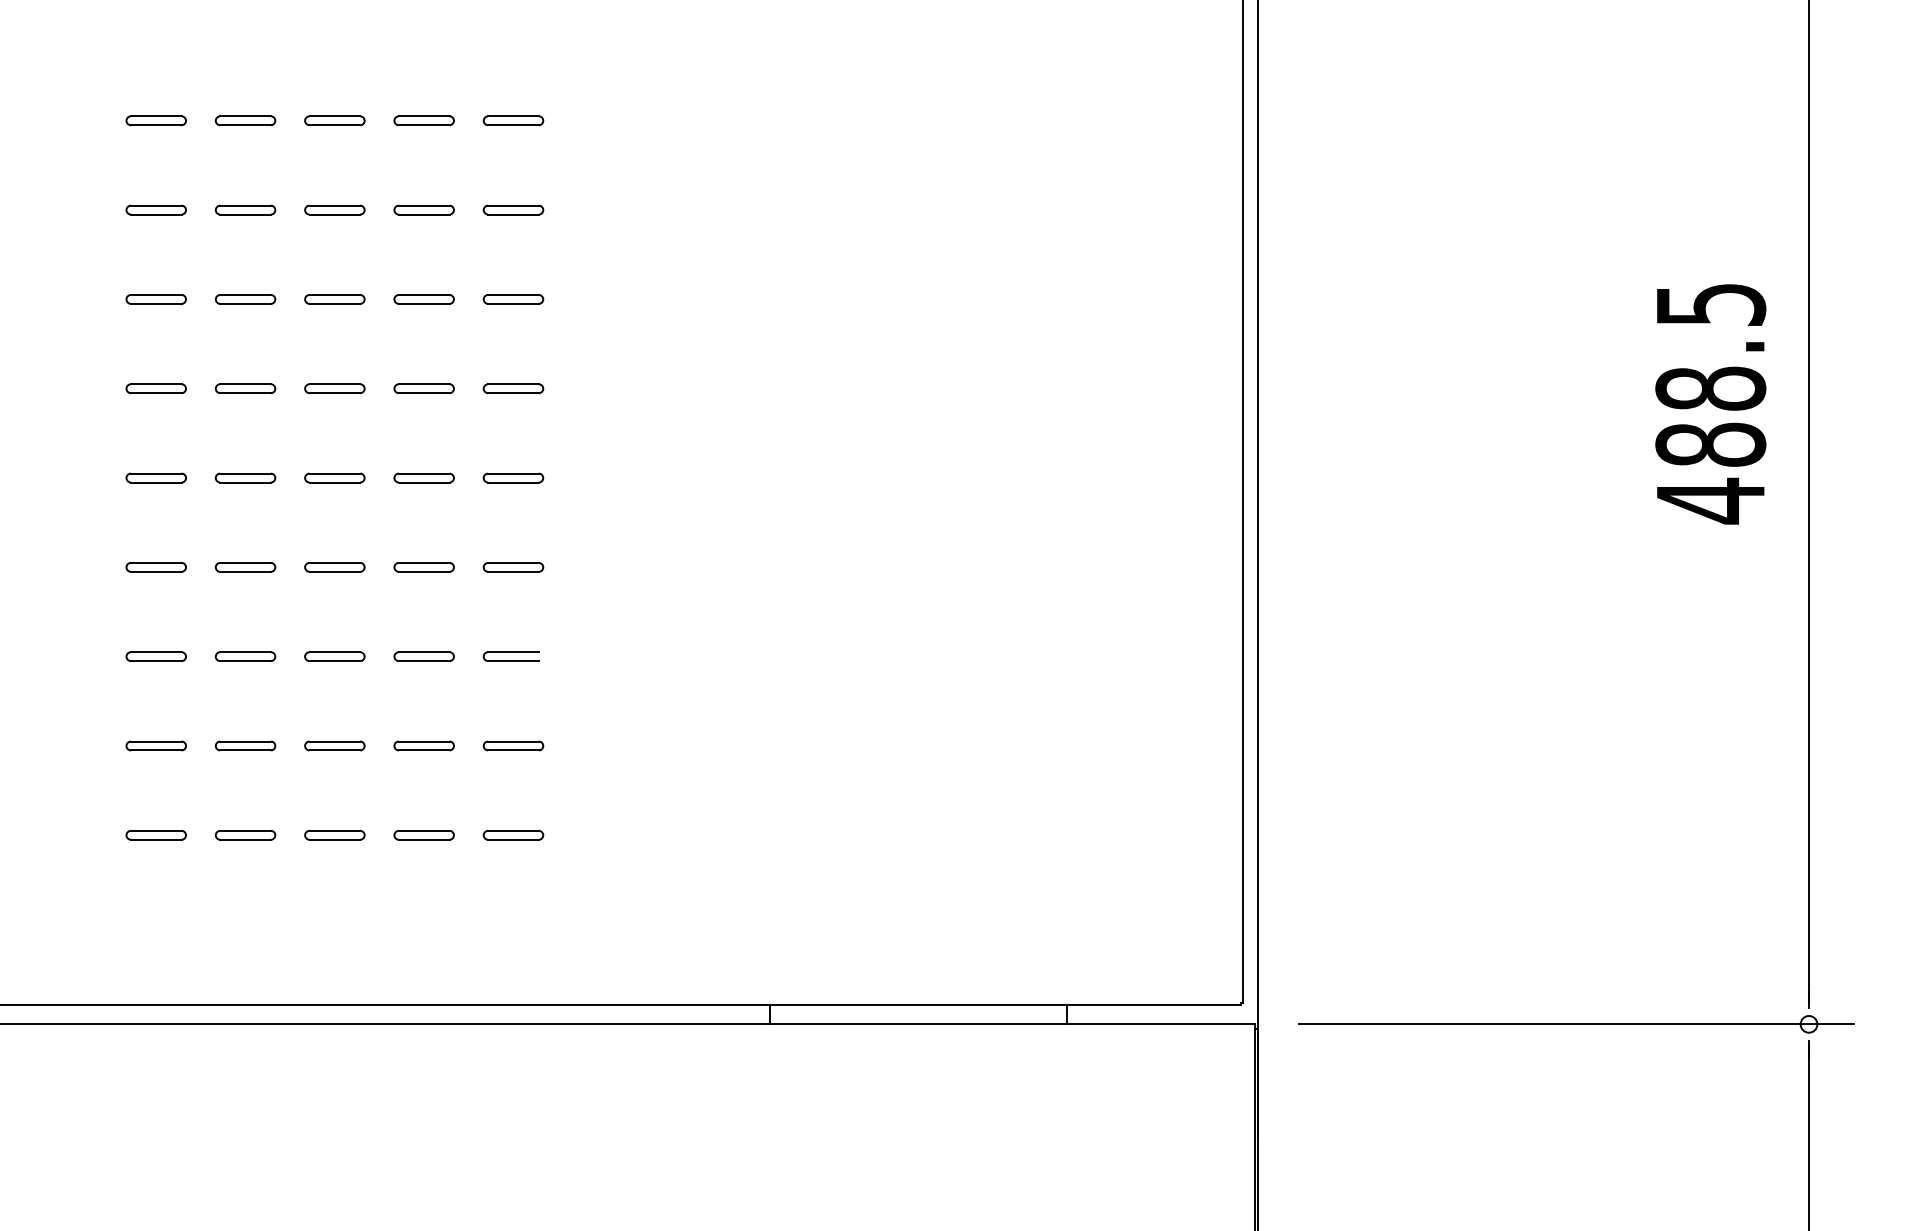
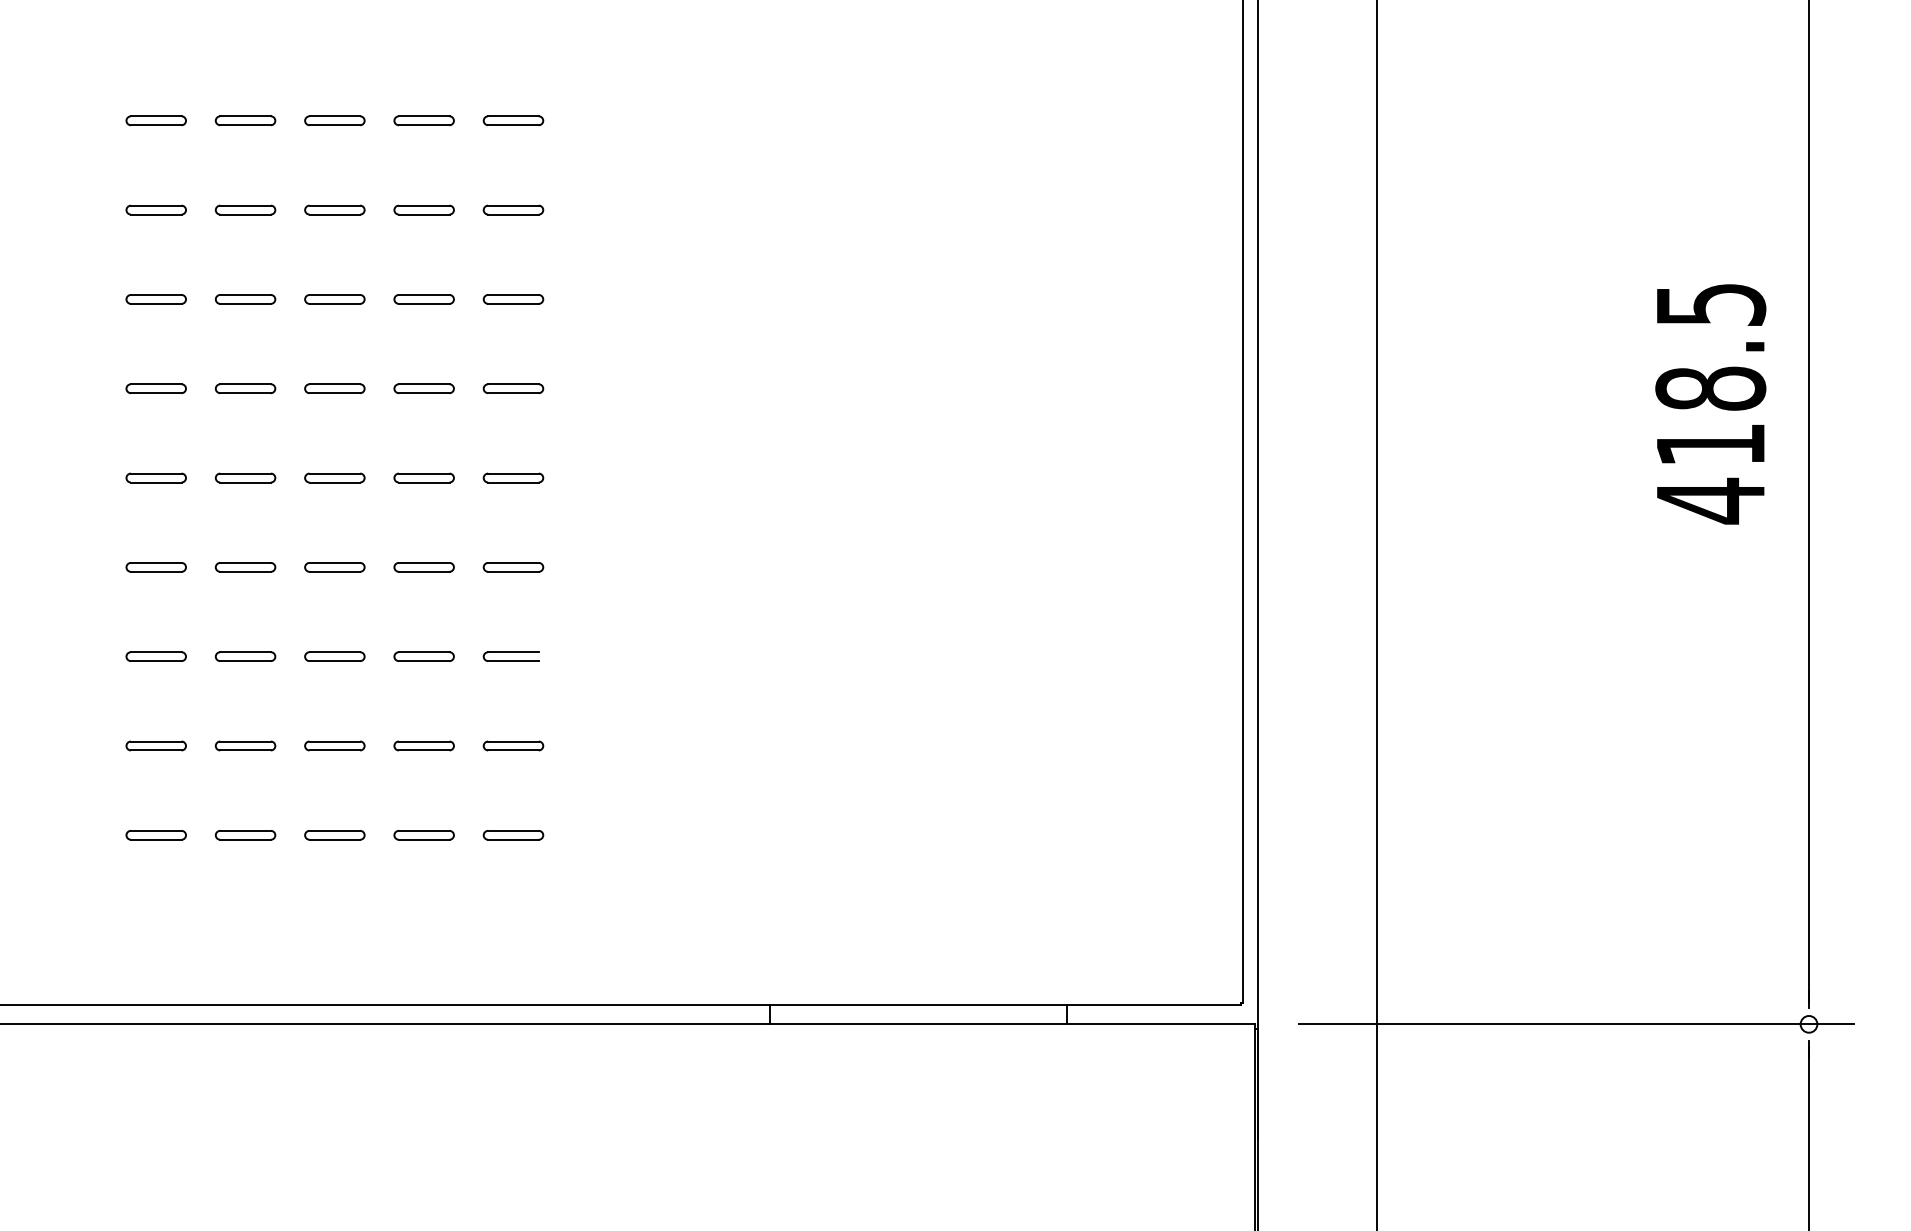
text at (1710, 444): 488.5 -> 418.5
line at (1376, 614): none -> present
